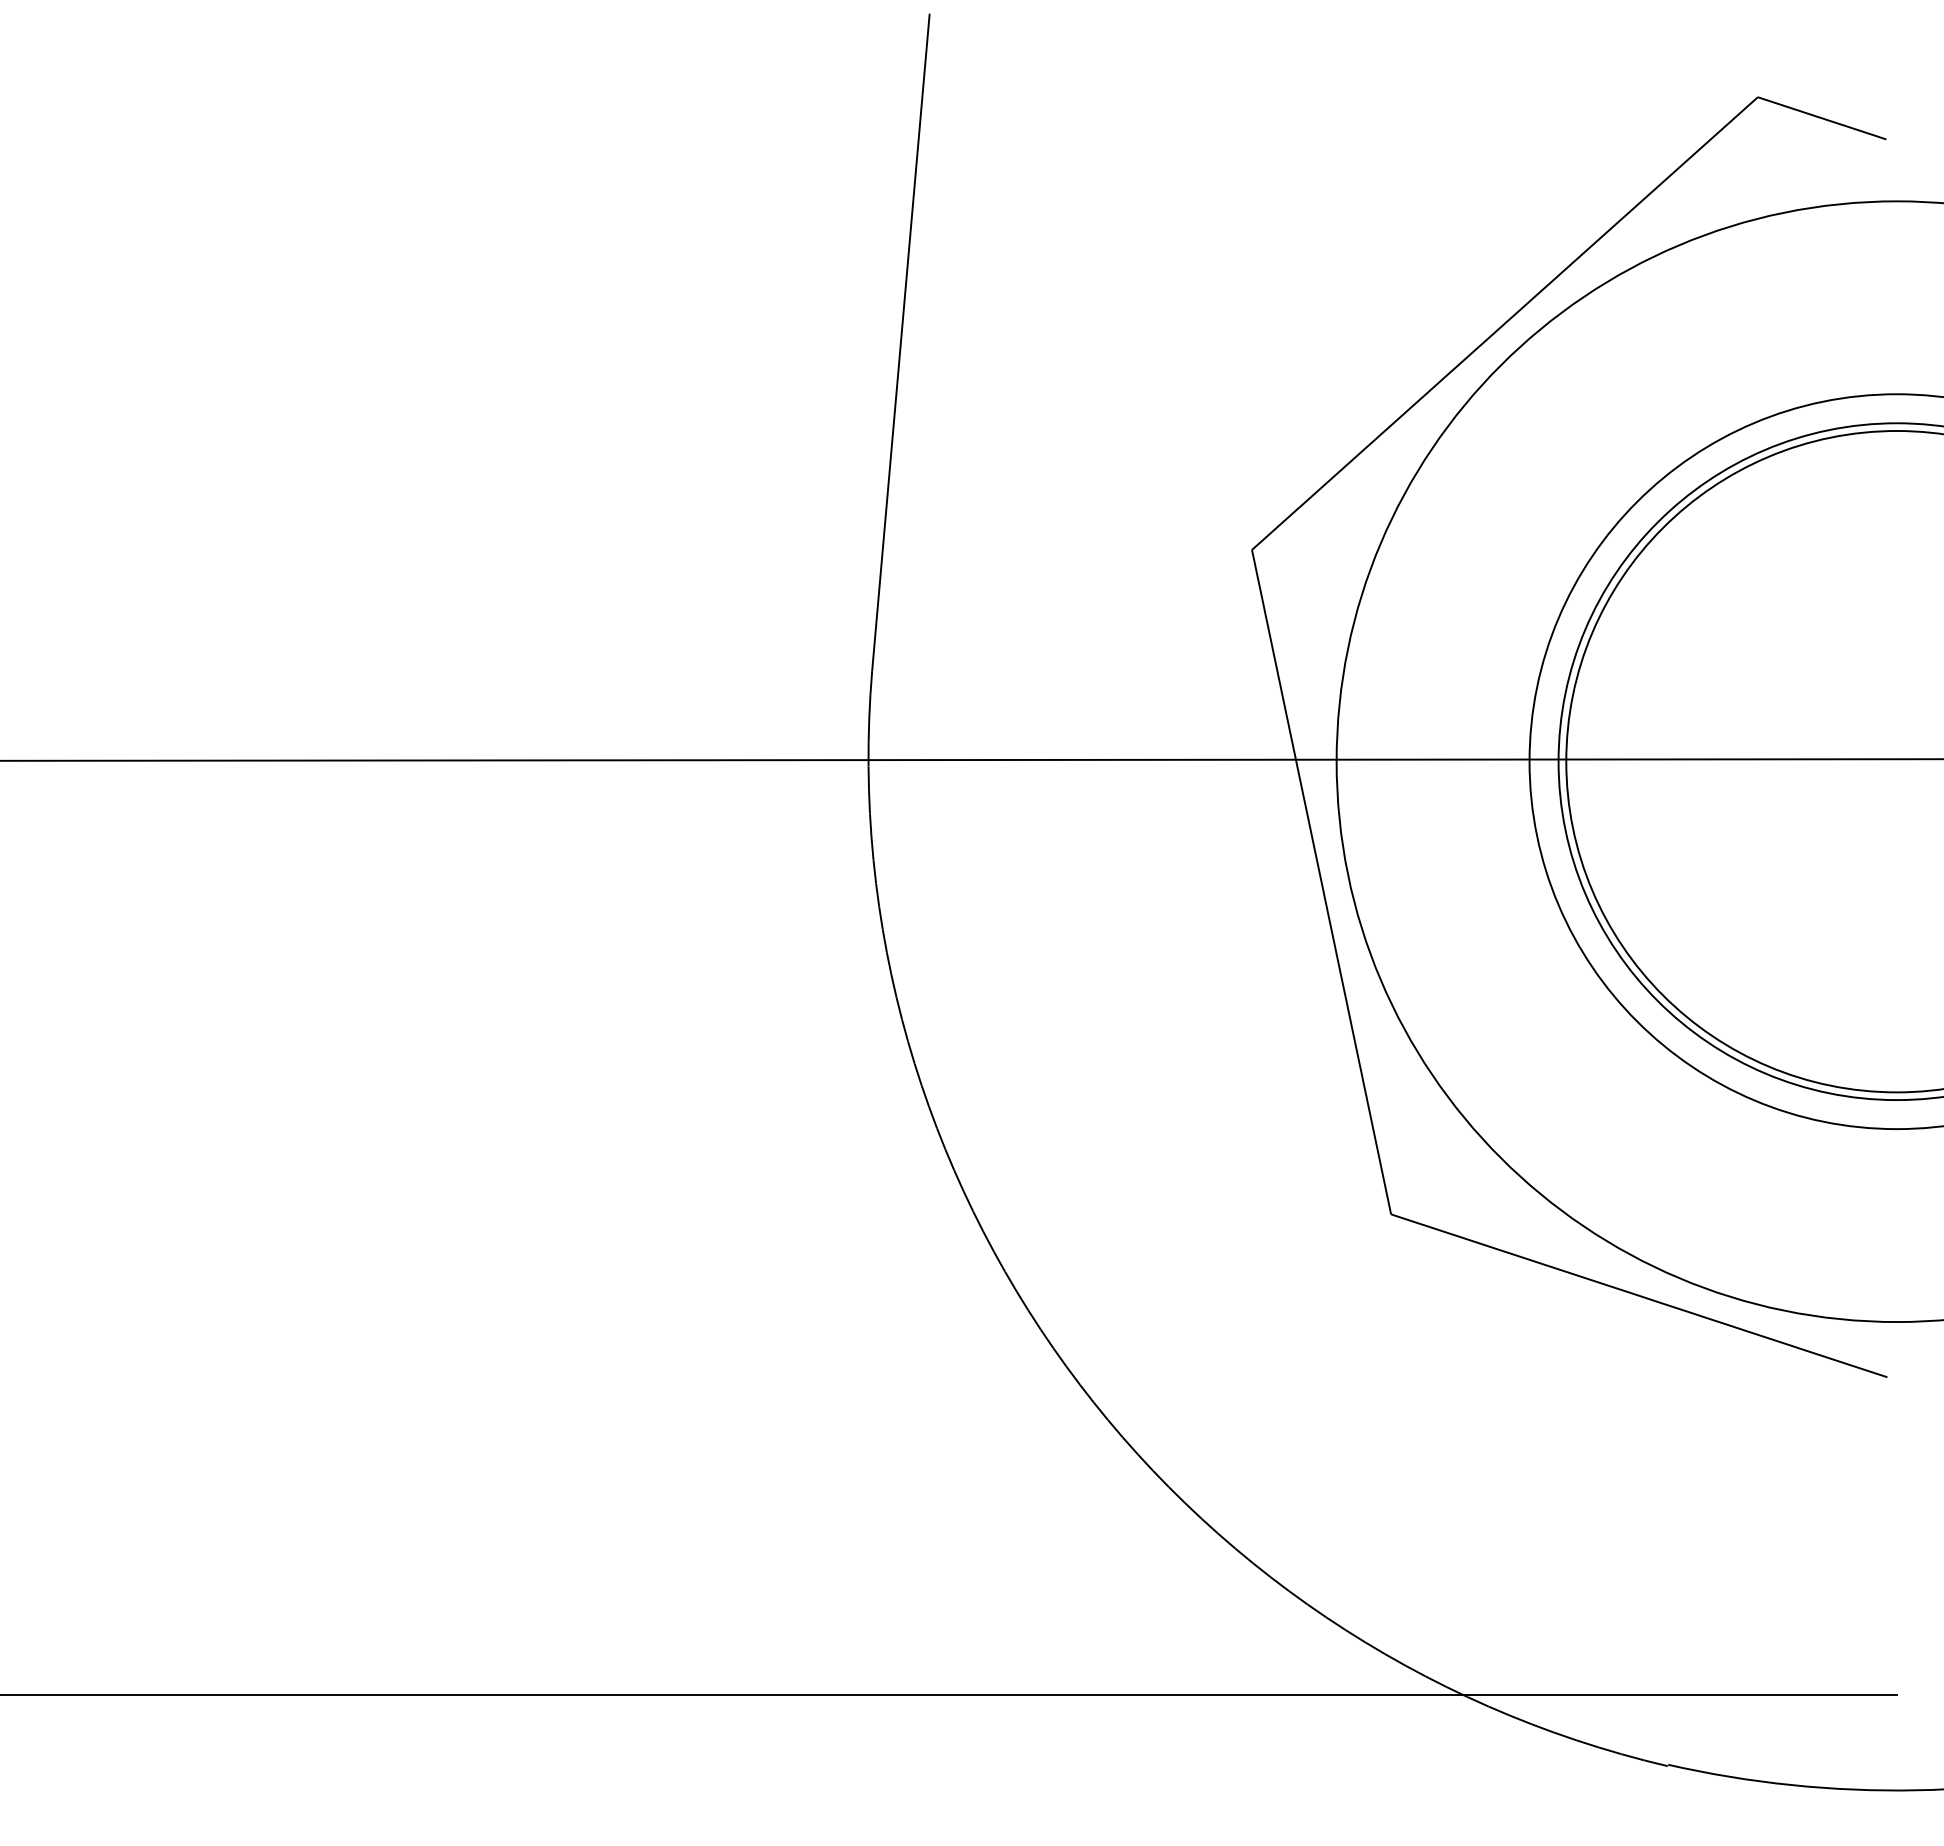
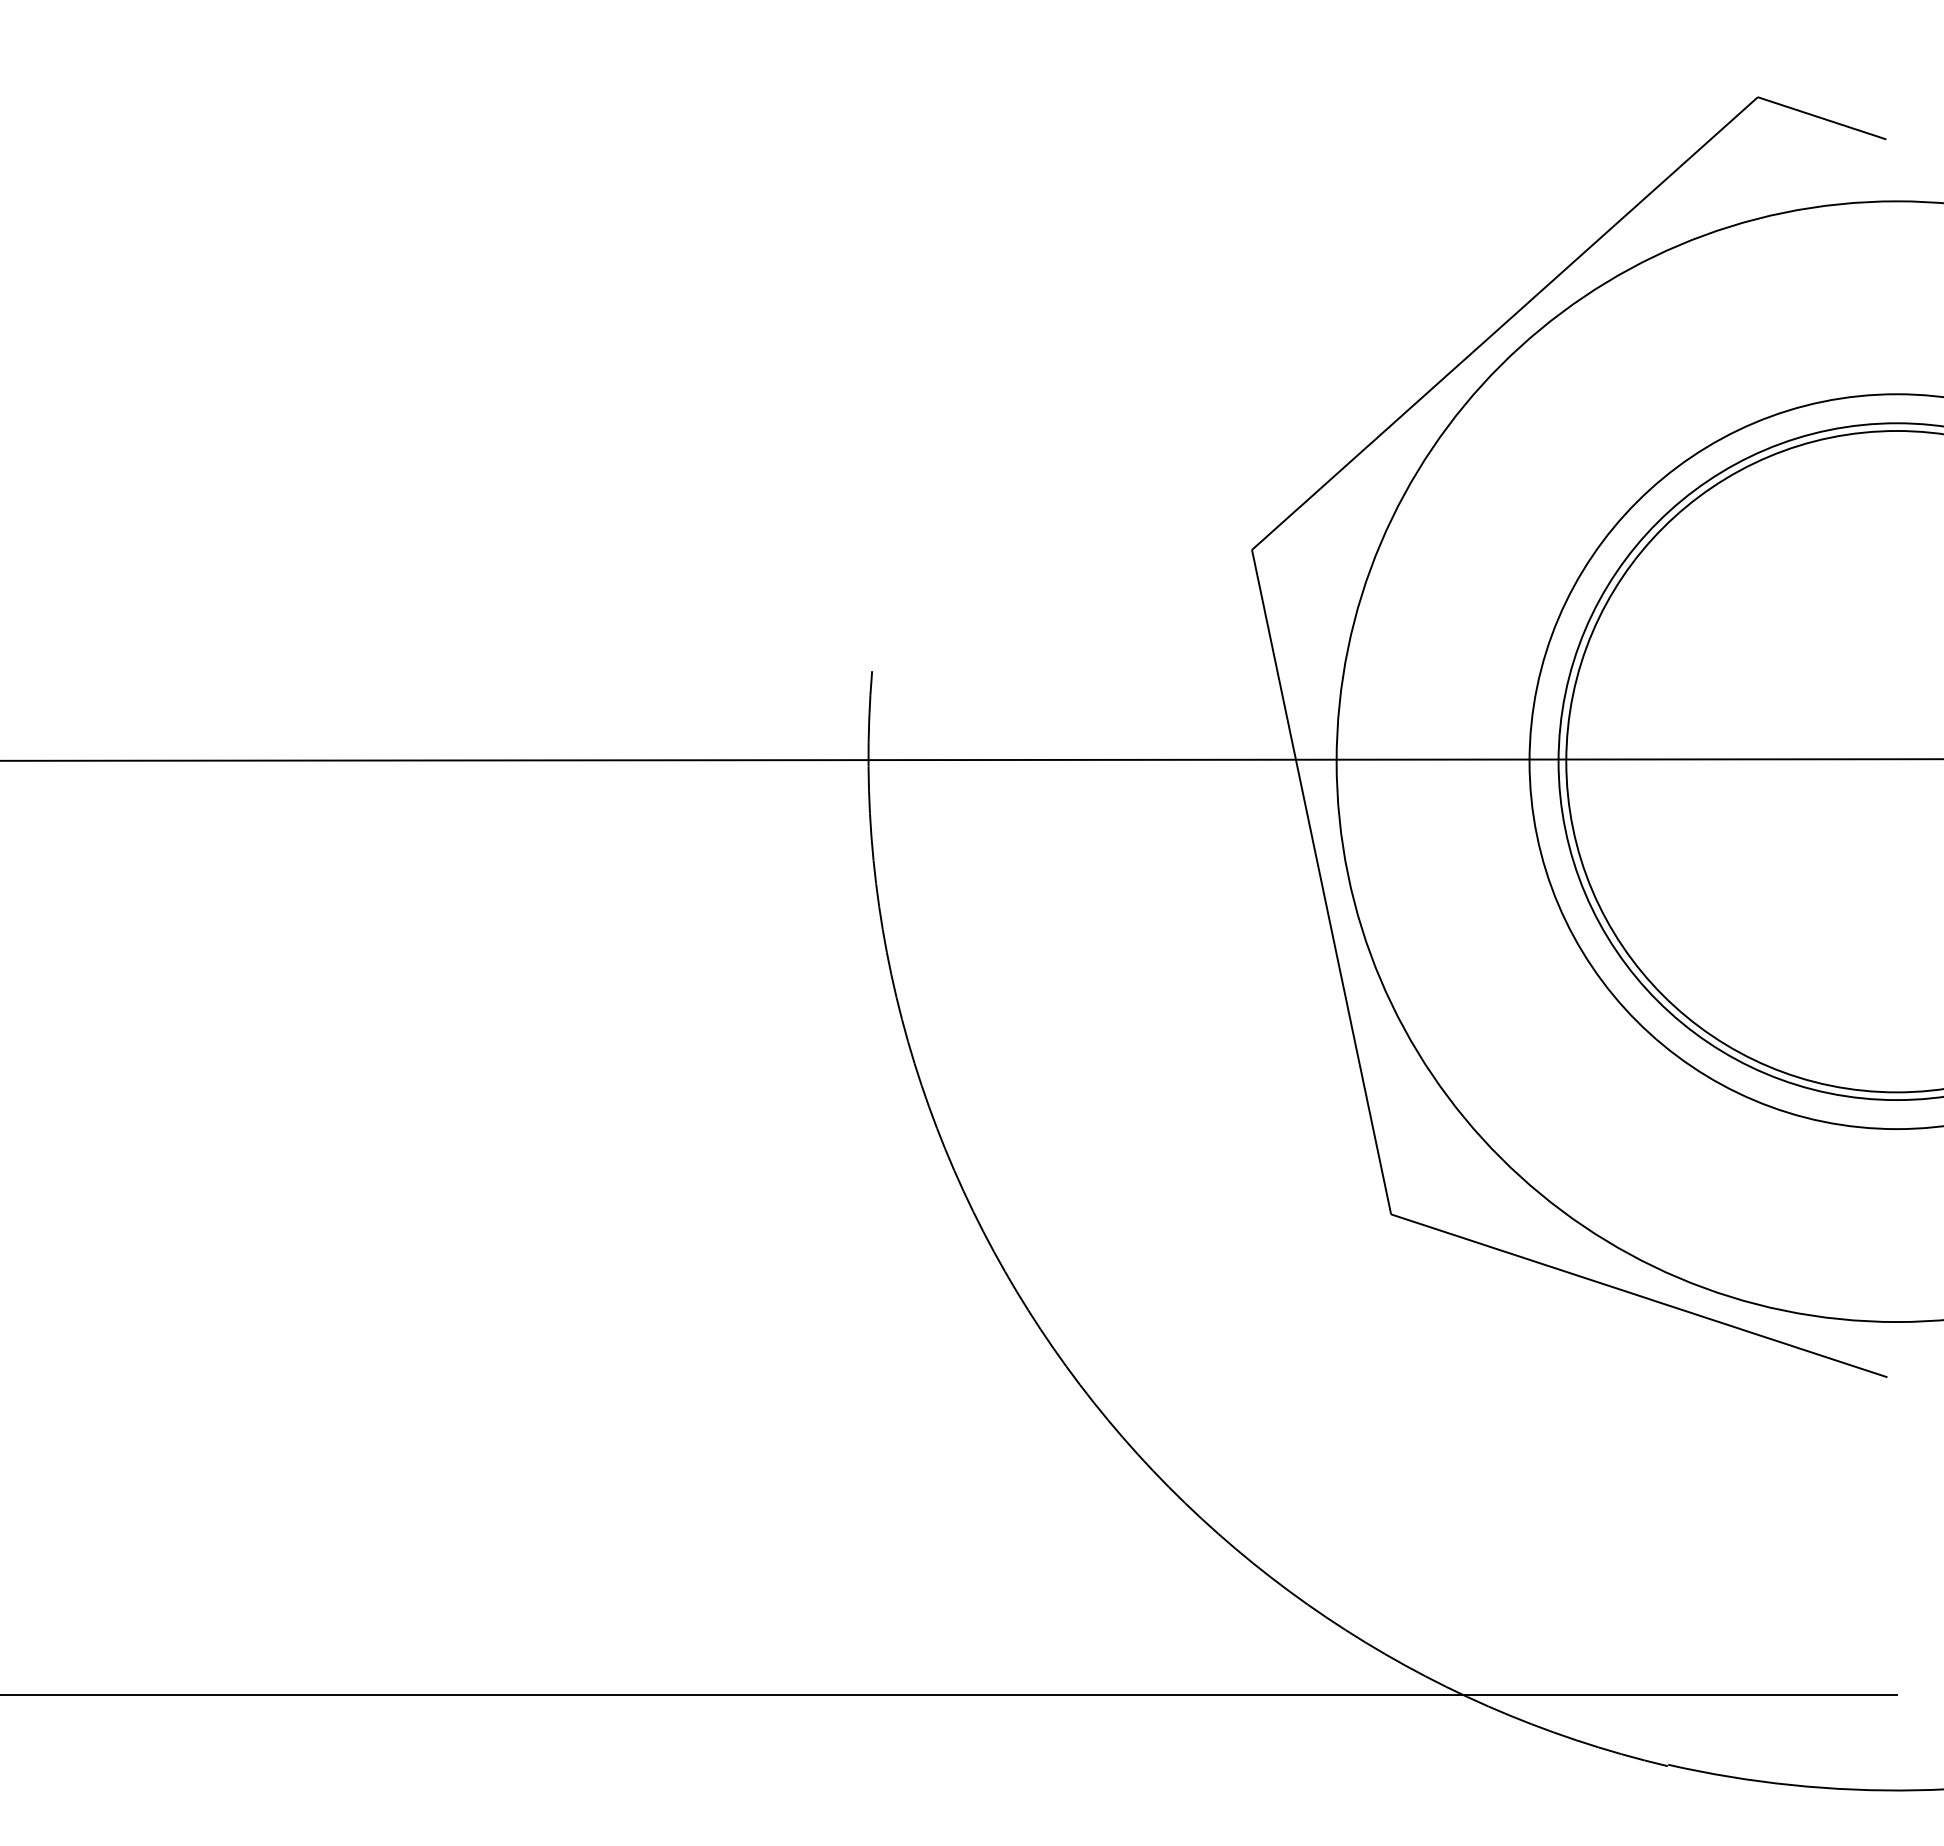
line at (900, 342): present -> none
